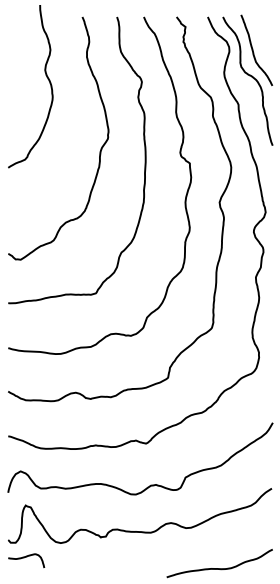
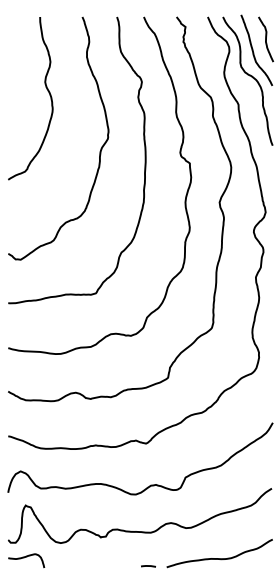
curve at (266, 39): none -> present
curve at (46, 77) position: (46, 77) -> (46, 89)
line at (148, 566): none -> present
curve at (219, 568) position: (219, 568) -> (219, 558)
